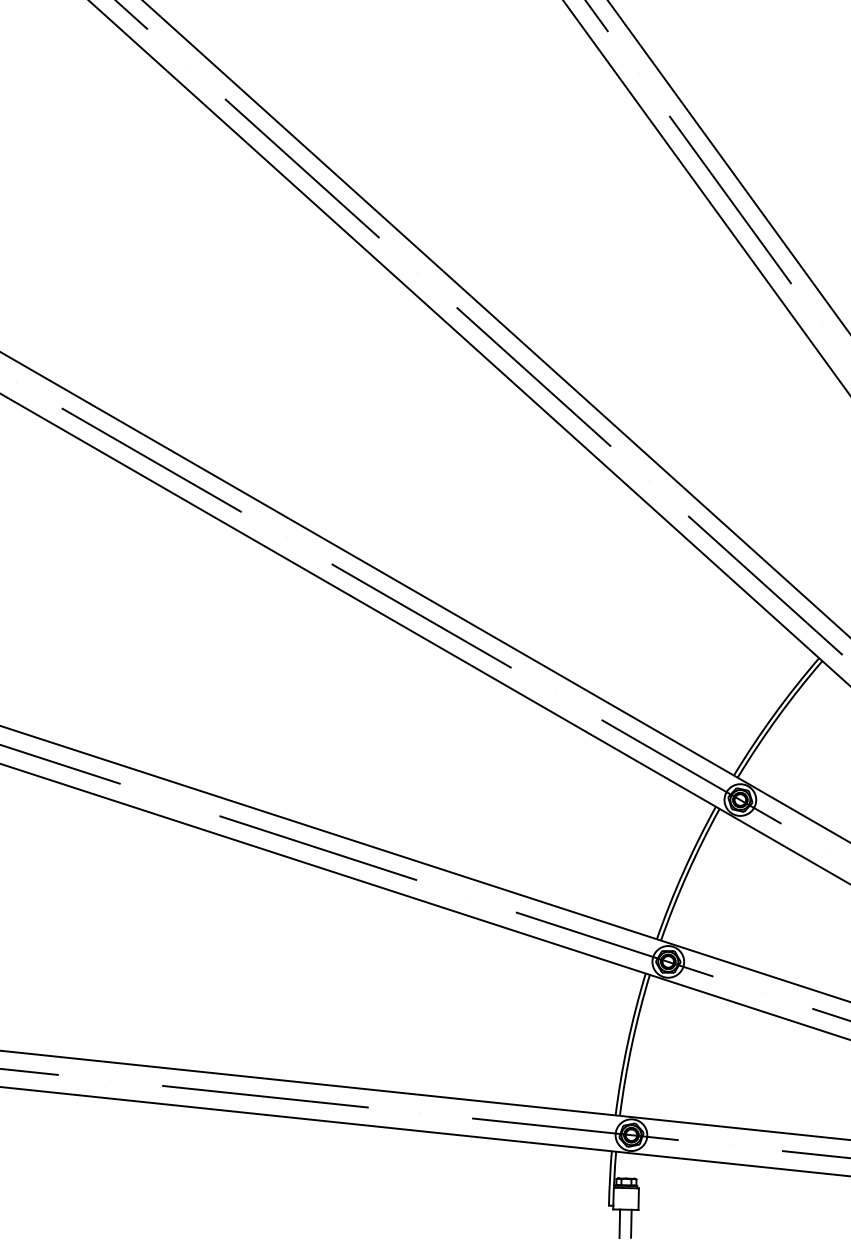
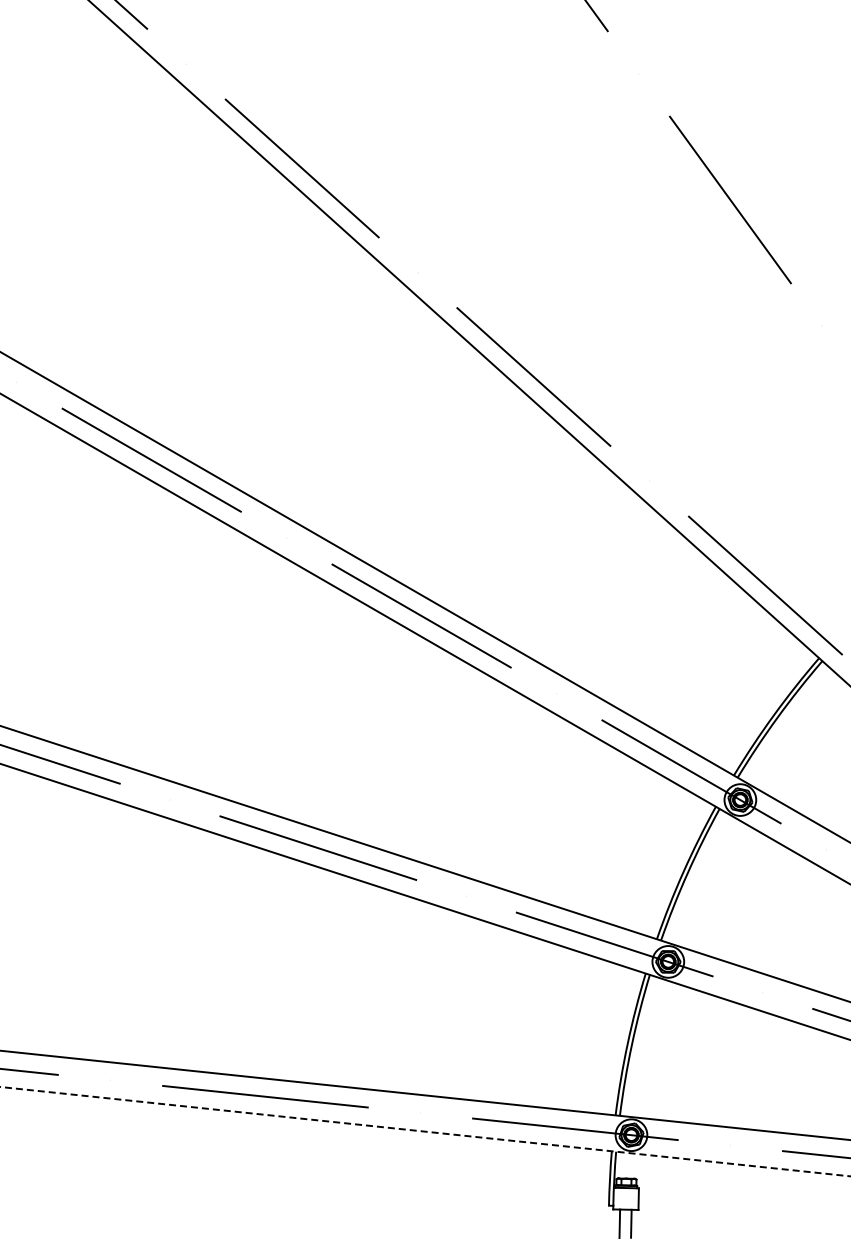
line at (728, 166): present -> none
line at (705, 197): present -> none
line at (495, 318): present -> none
line at (426, 1131): solid -> dashed
